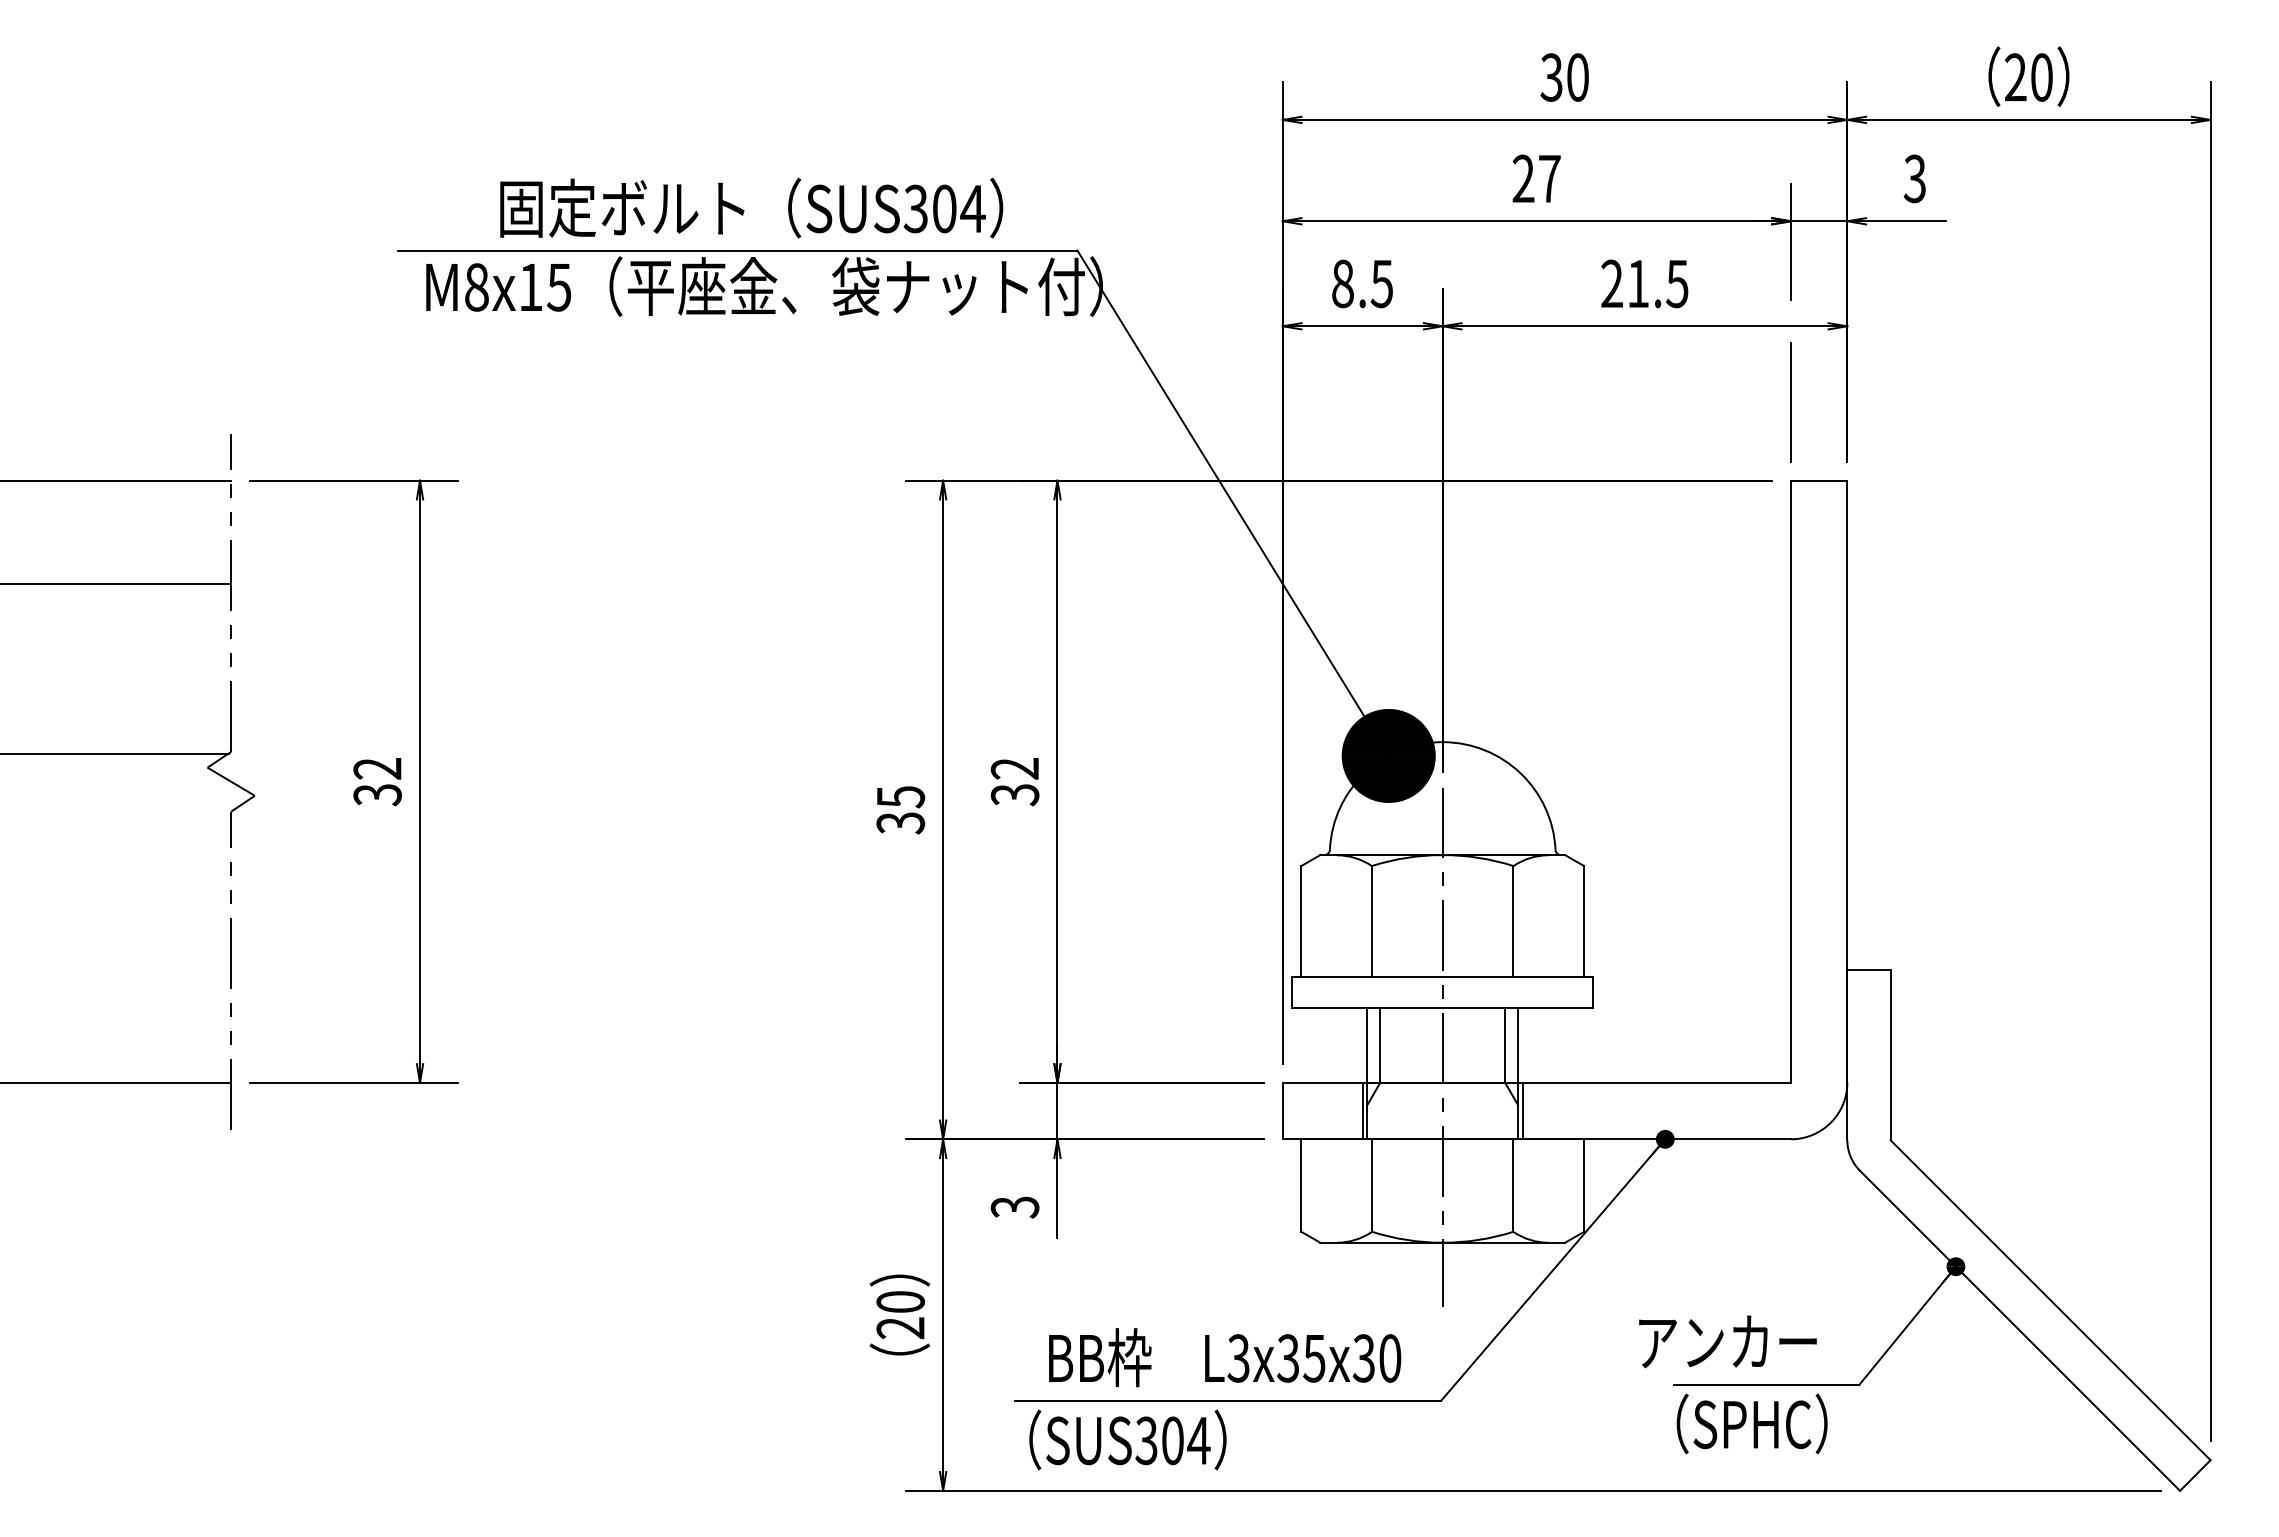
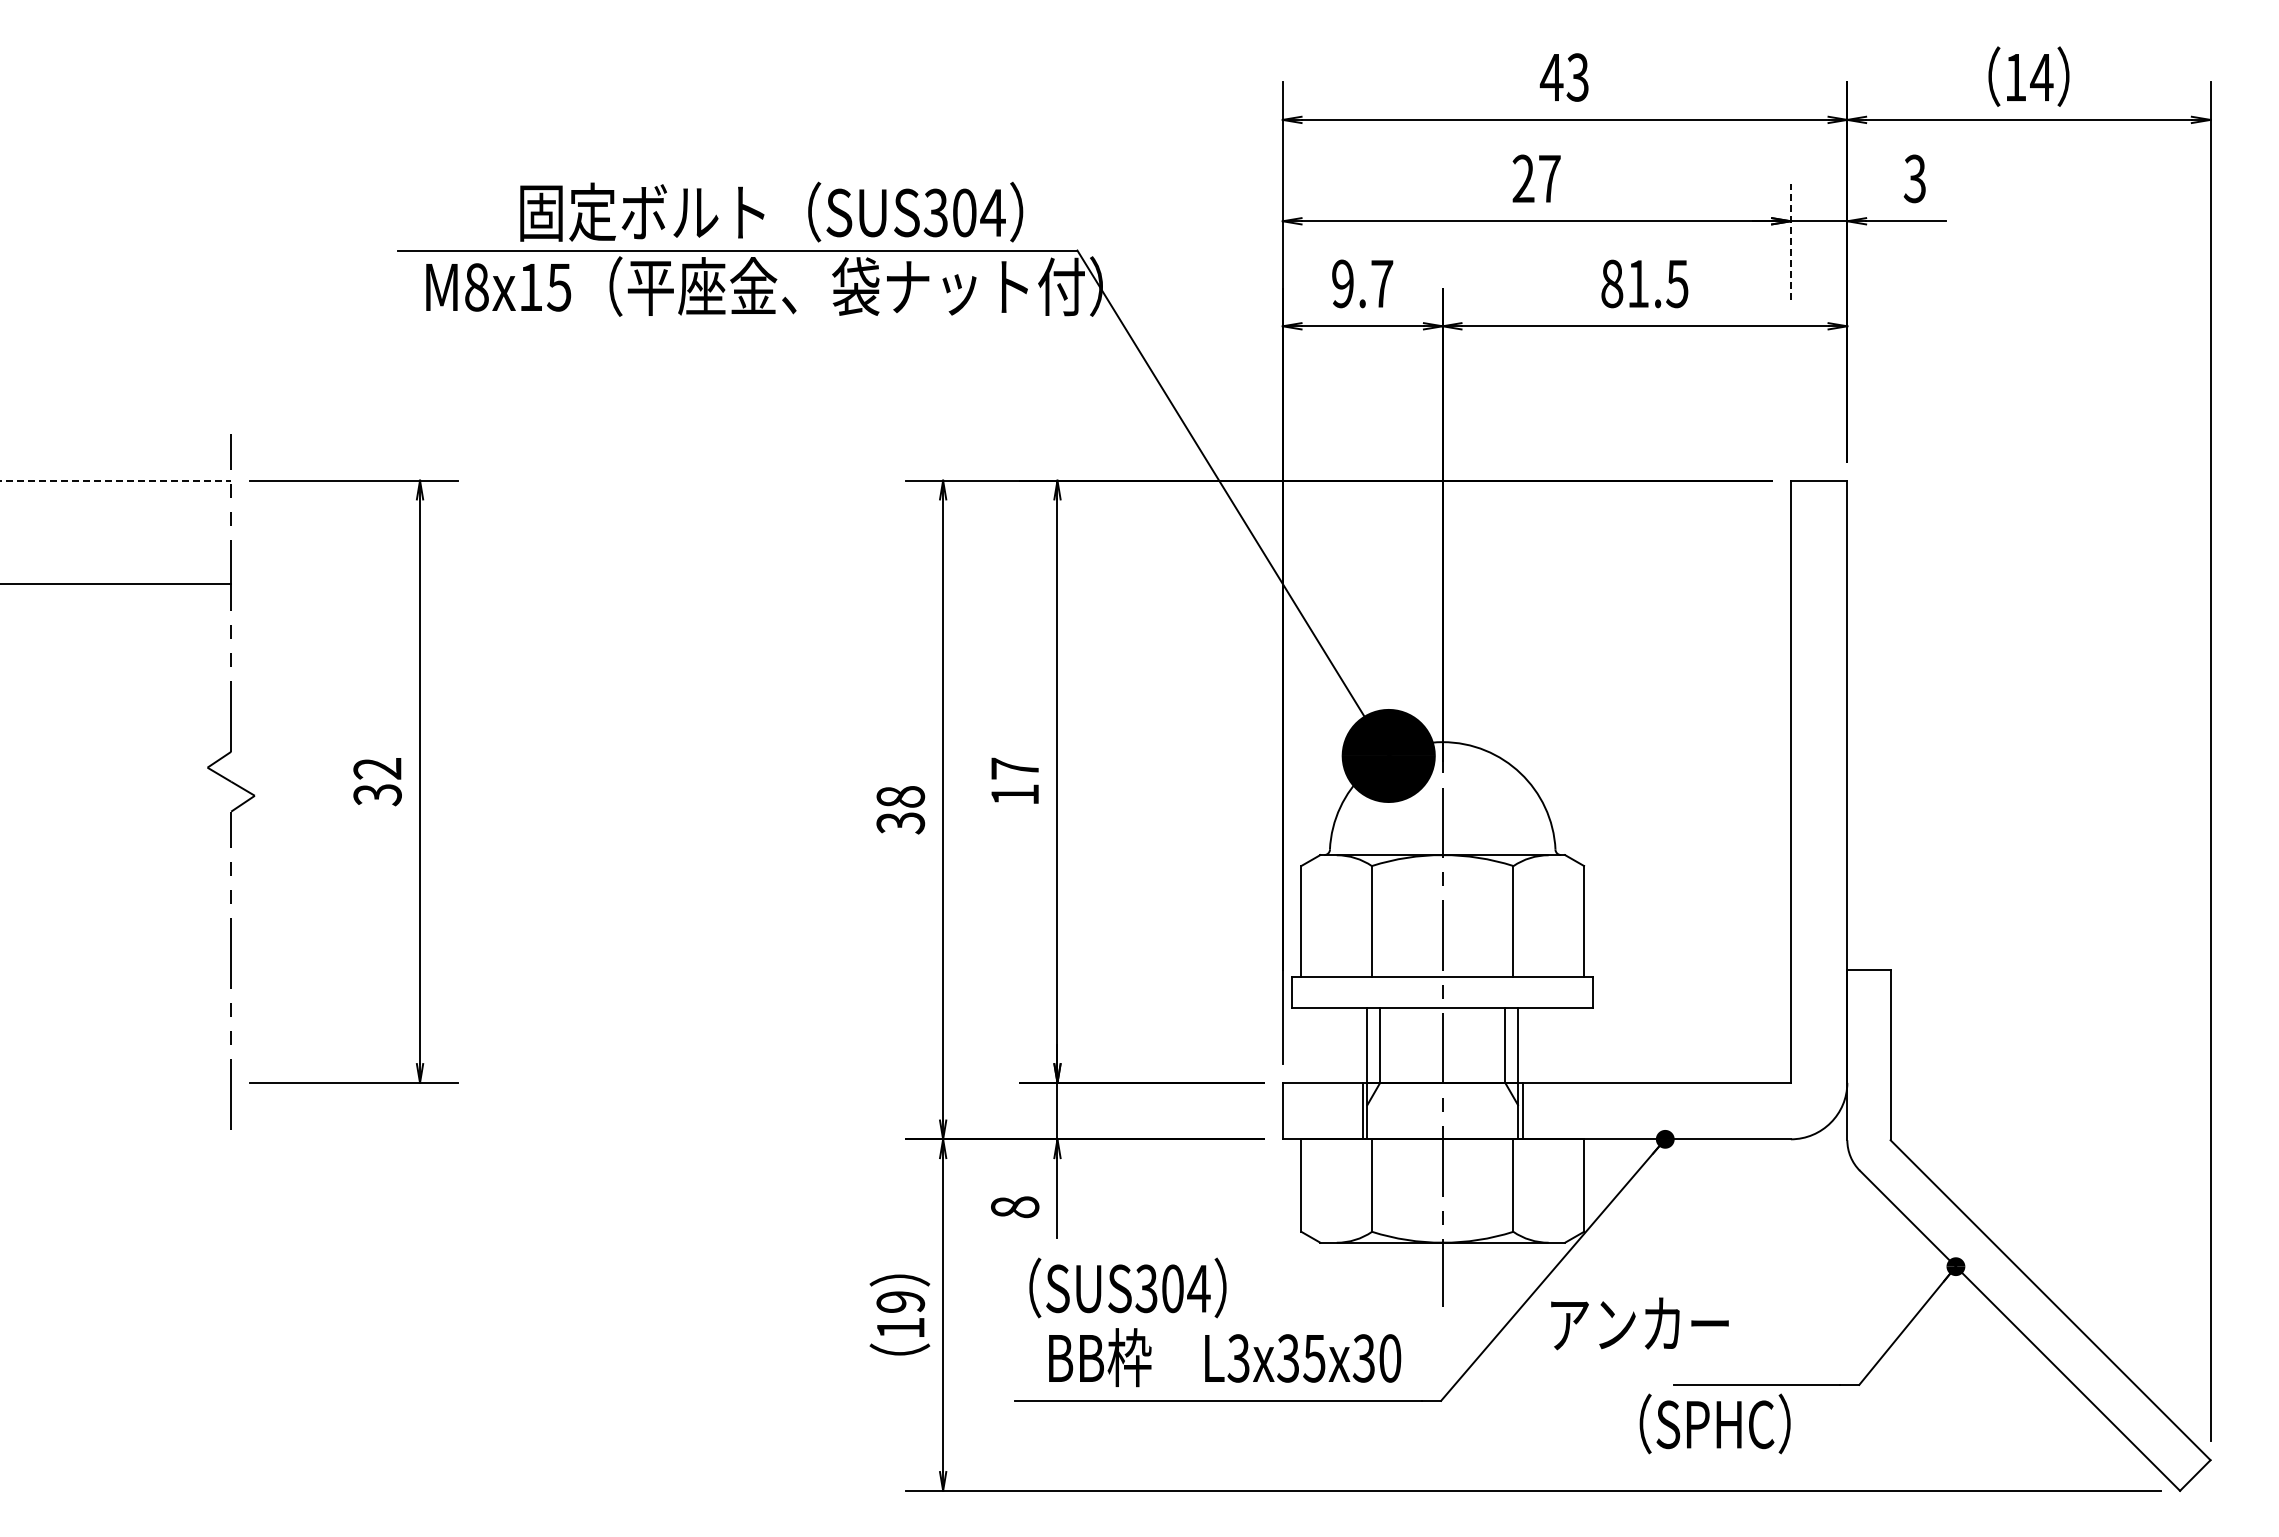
text at (1563, 77): 30 -> 43
text at (2029, 77): 20 -> 14
text at (751, 207) position: (751, 207) -> (771, 211)
line at (1790, 241): solid -> dashed
text at (1362, 283): 8.5 -> 9.7
text at (1612, 283): 21.5 -> 81.5
line at (1790, 402): present -> none
line at (116, 480): solid -> dashed
line at (115, 753): present -> none
text at (1014, 781): 32 -> 17
text at (900, 797): 35 -> 38
line at (116, 1082): present -> none
text at (1014, 1207): 3 -> 8
text at (900, 1315): 20 -> 19
text at (1727, 1341) position: (1727, 1341) -> (1639, 1323)
text at (1751, 1423) position: (1751, 1423) -> (1714, 1423)
text at (1127, 1439) position: (1127, 1439) -> (1127, 1287)
